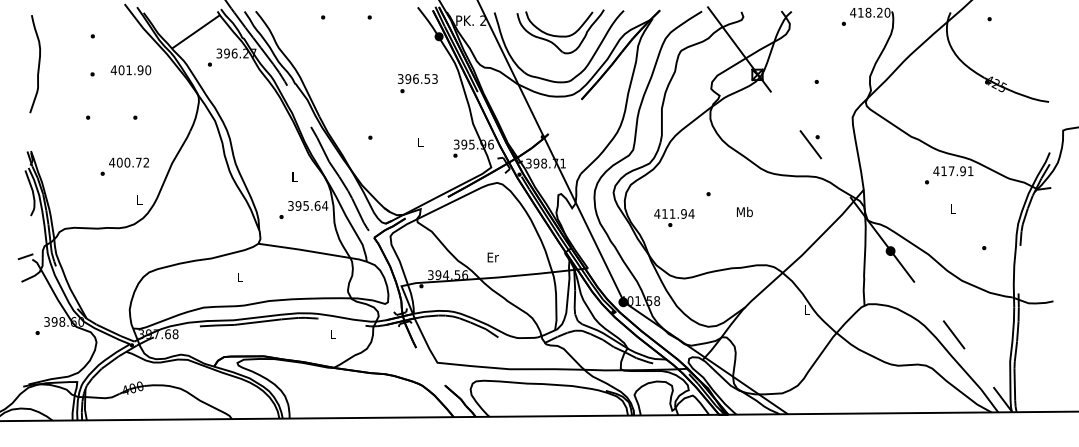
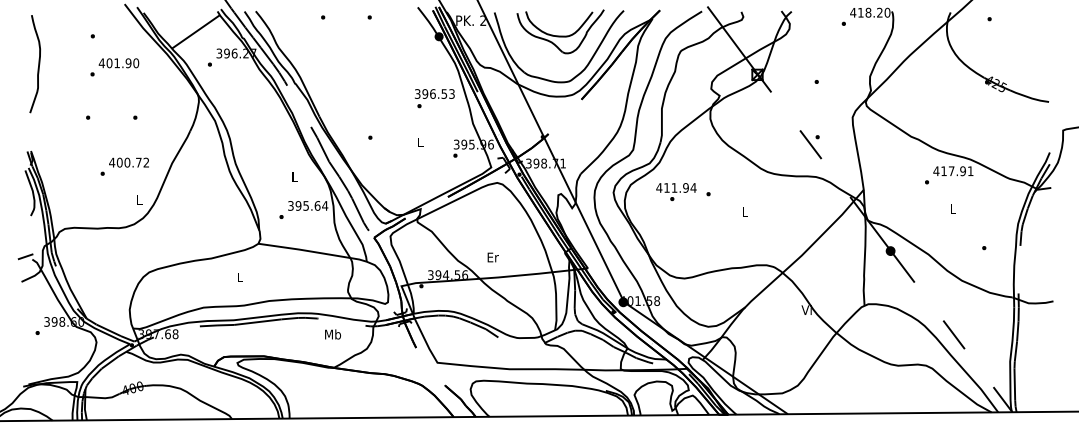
text at (130, 70) position: (130, 70) -> (118, 63)
text at (417, 83) position: (417, 83) -> (434, 98)
text at (744, 212): Mb -> L
text at (674, 218) position: (674, 218) -> (676, 192)
text at (806, 309): L -> Vi
text at (333, 334): L -> Mb
